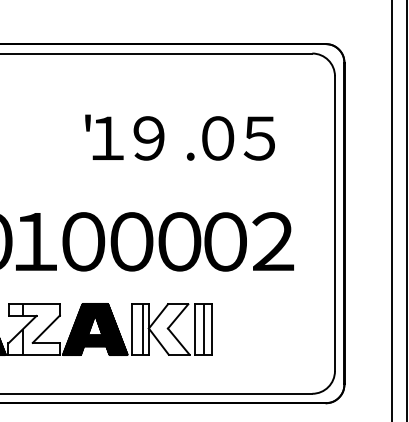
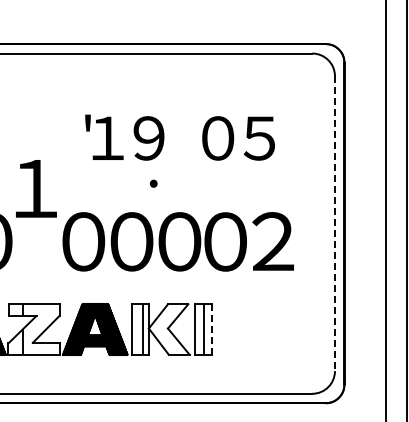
text at (190, 156) position: (190, 156) -> (153, 183)
line at (391, 210) position: (391, 210) -> (385, 210)
line at (334, 224): solid -> dashed
text at (36, 241) position: (36, 241) -> (36, 188)
line at (212, 330): solid -> dashed
